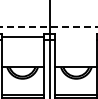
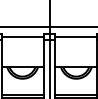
line at (49, 26): dashed -> solid
line at (74, 37): none -> present
